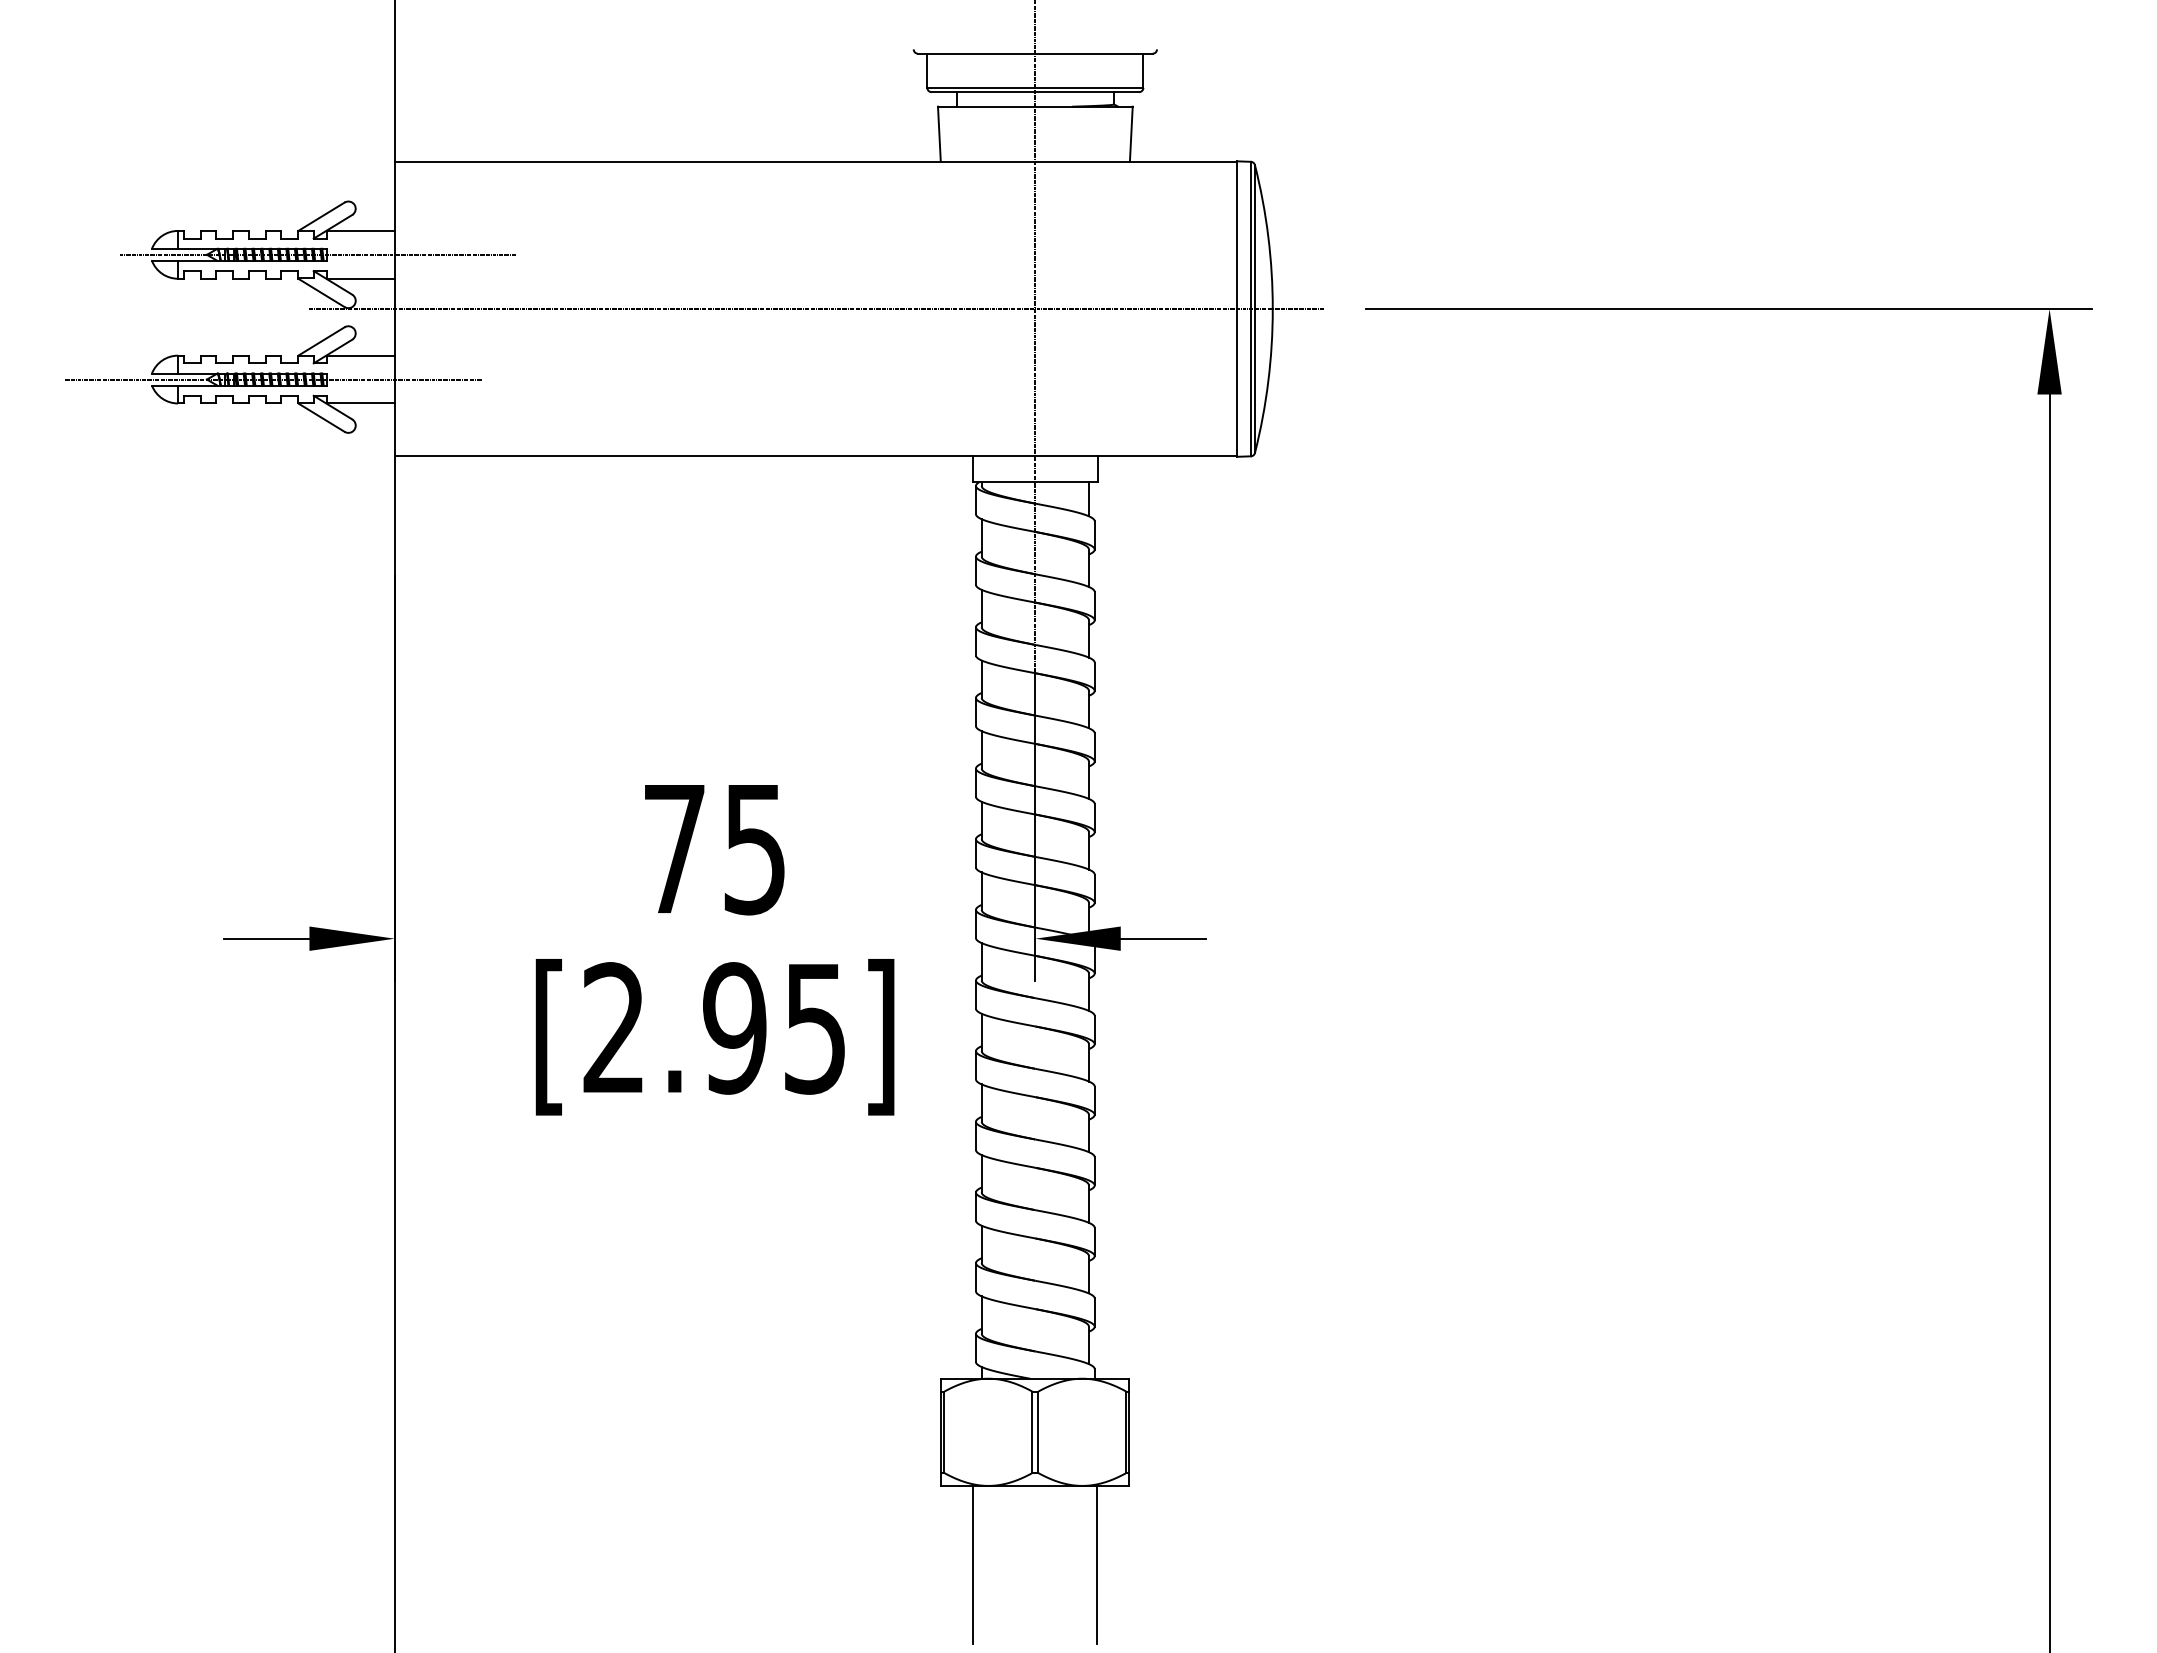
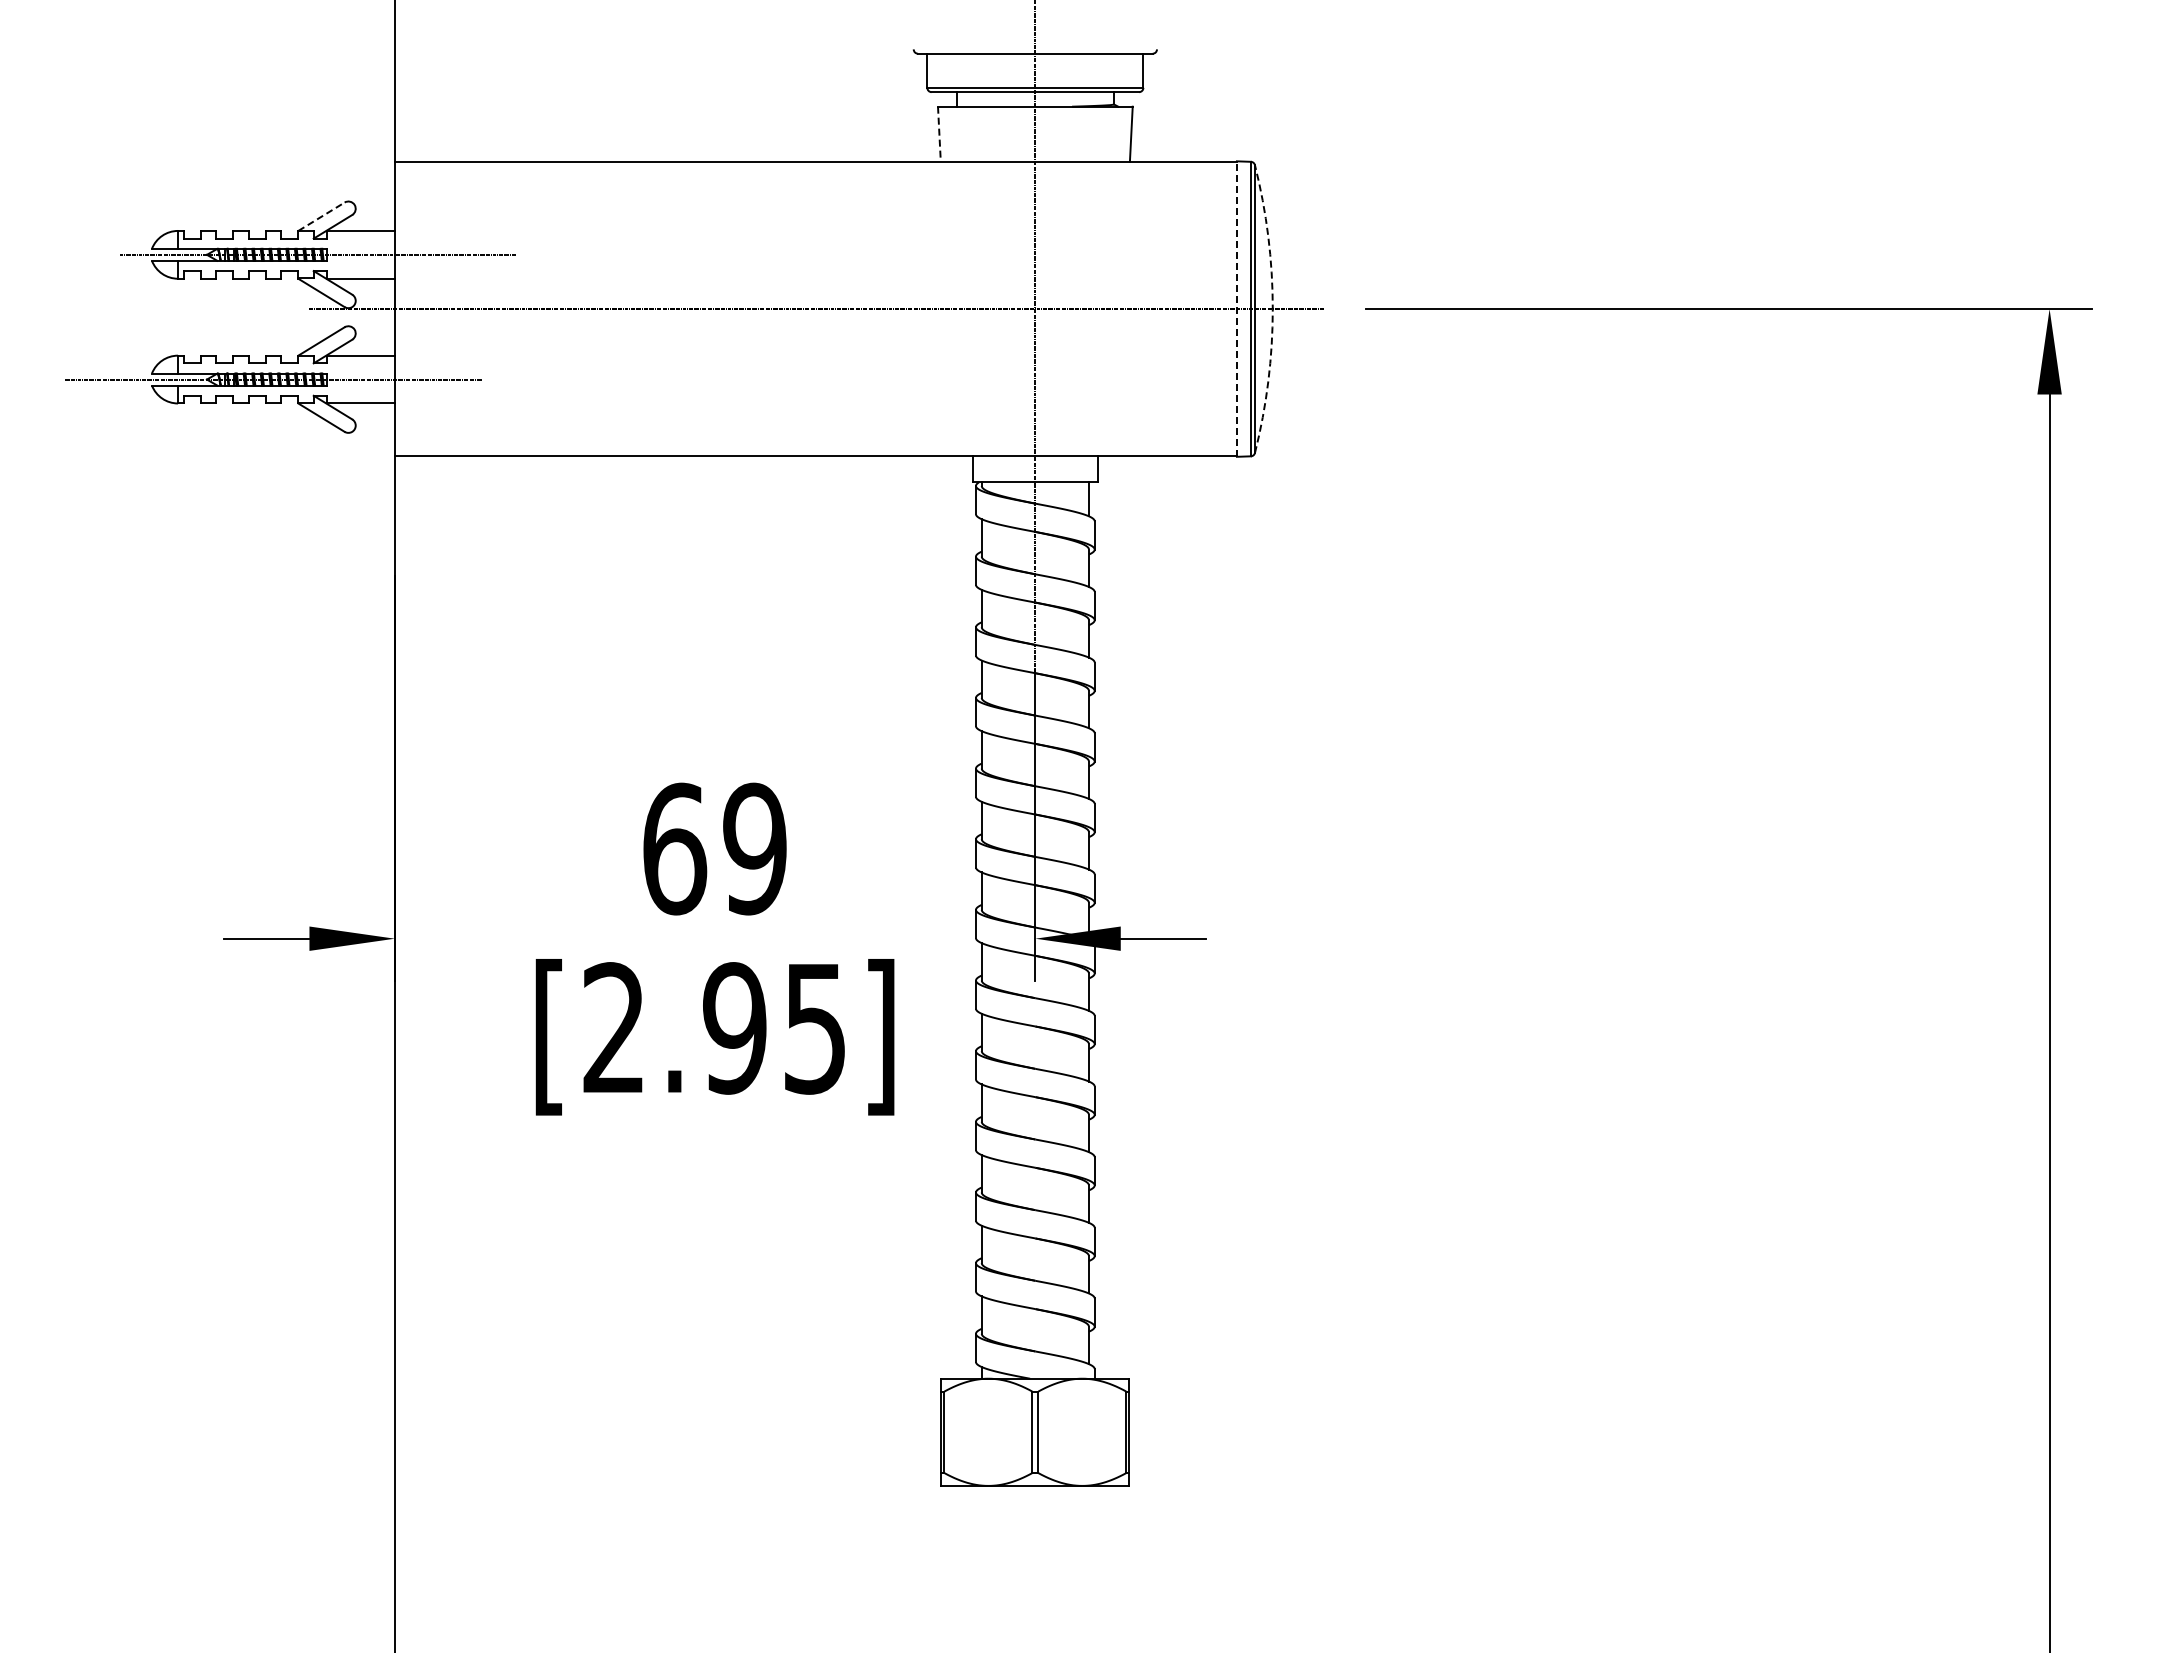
line at (939, 134): solid -> dashed
line at (321, 216): solid -> dashed
line at (1236, 309): solid -> dashed
arc at (1272, 309): solid -> dashed
text at (714, 848): 75 -> 69
line at (973, 1564): present -> none
line at (1097, 1564): present -> none
